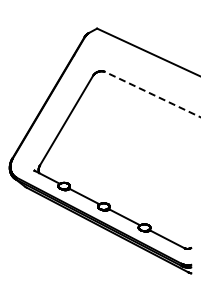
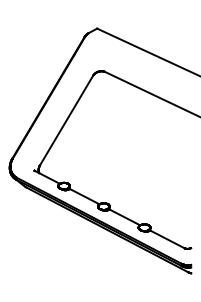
line at (152, 94): dashed -> solid
